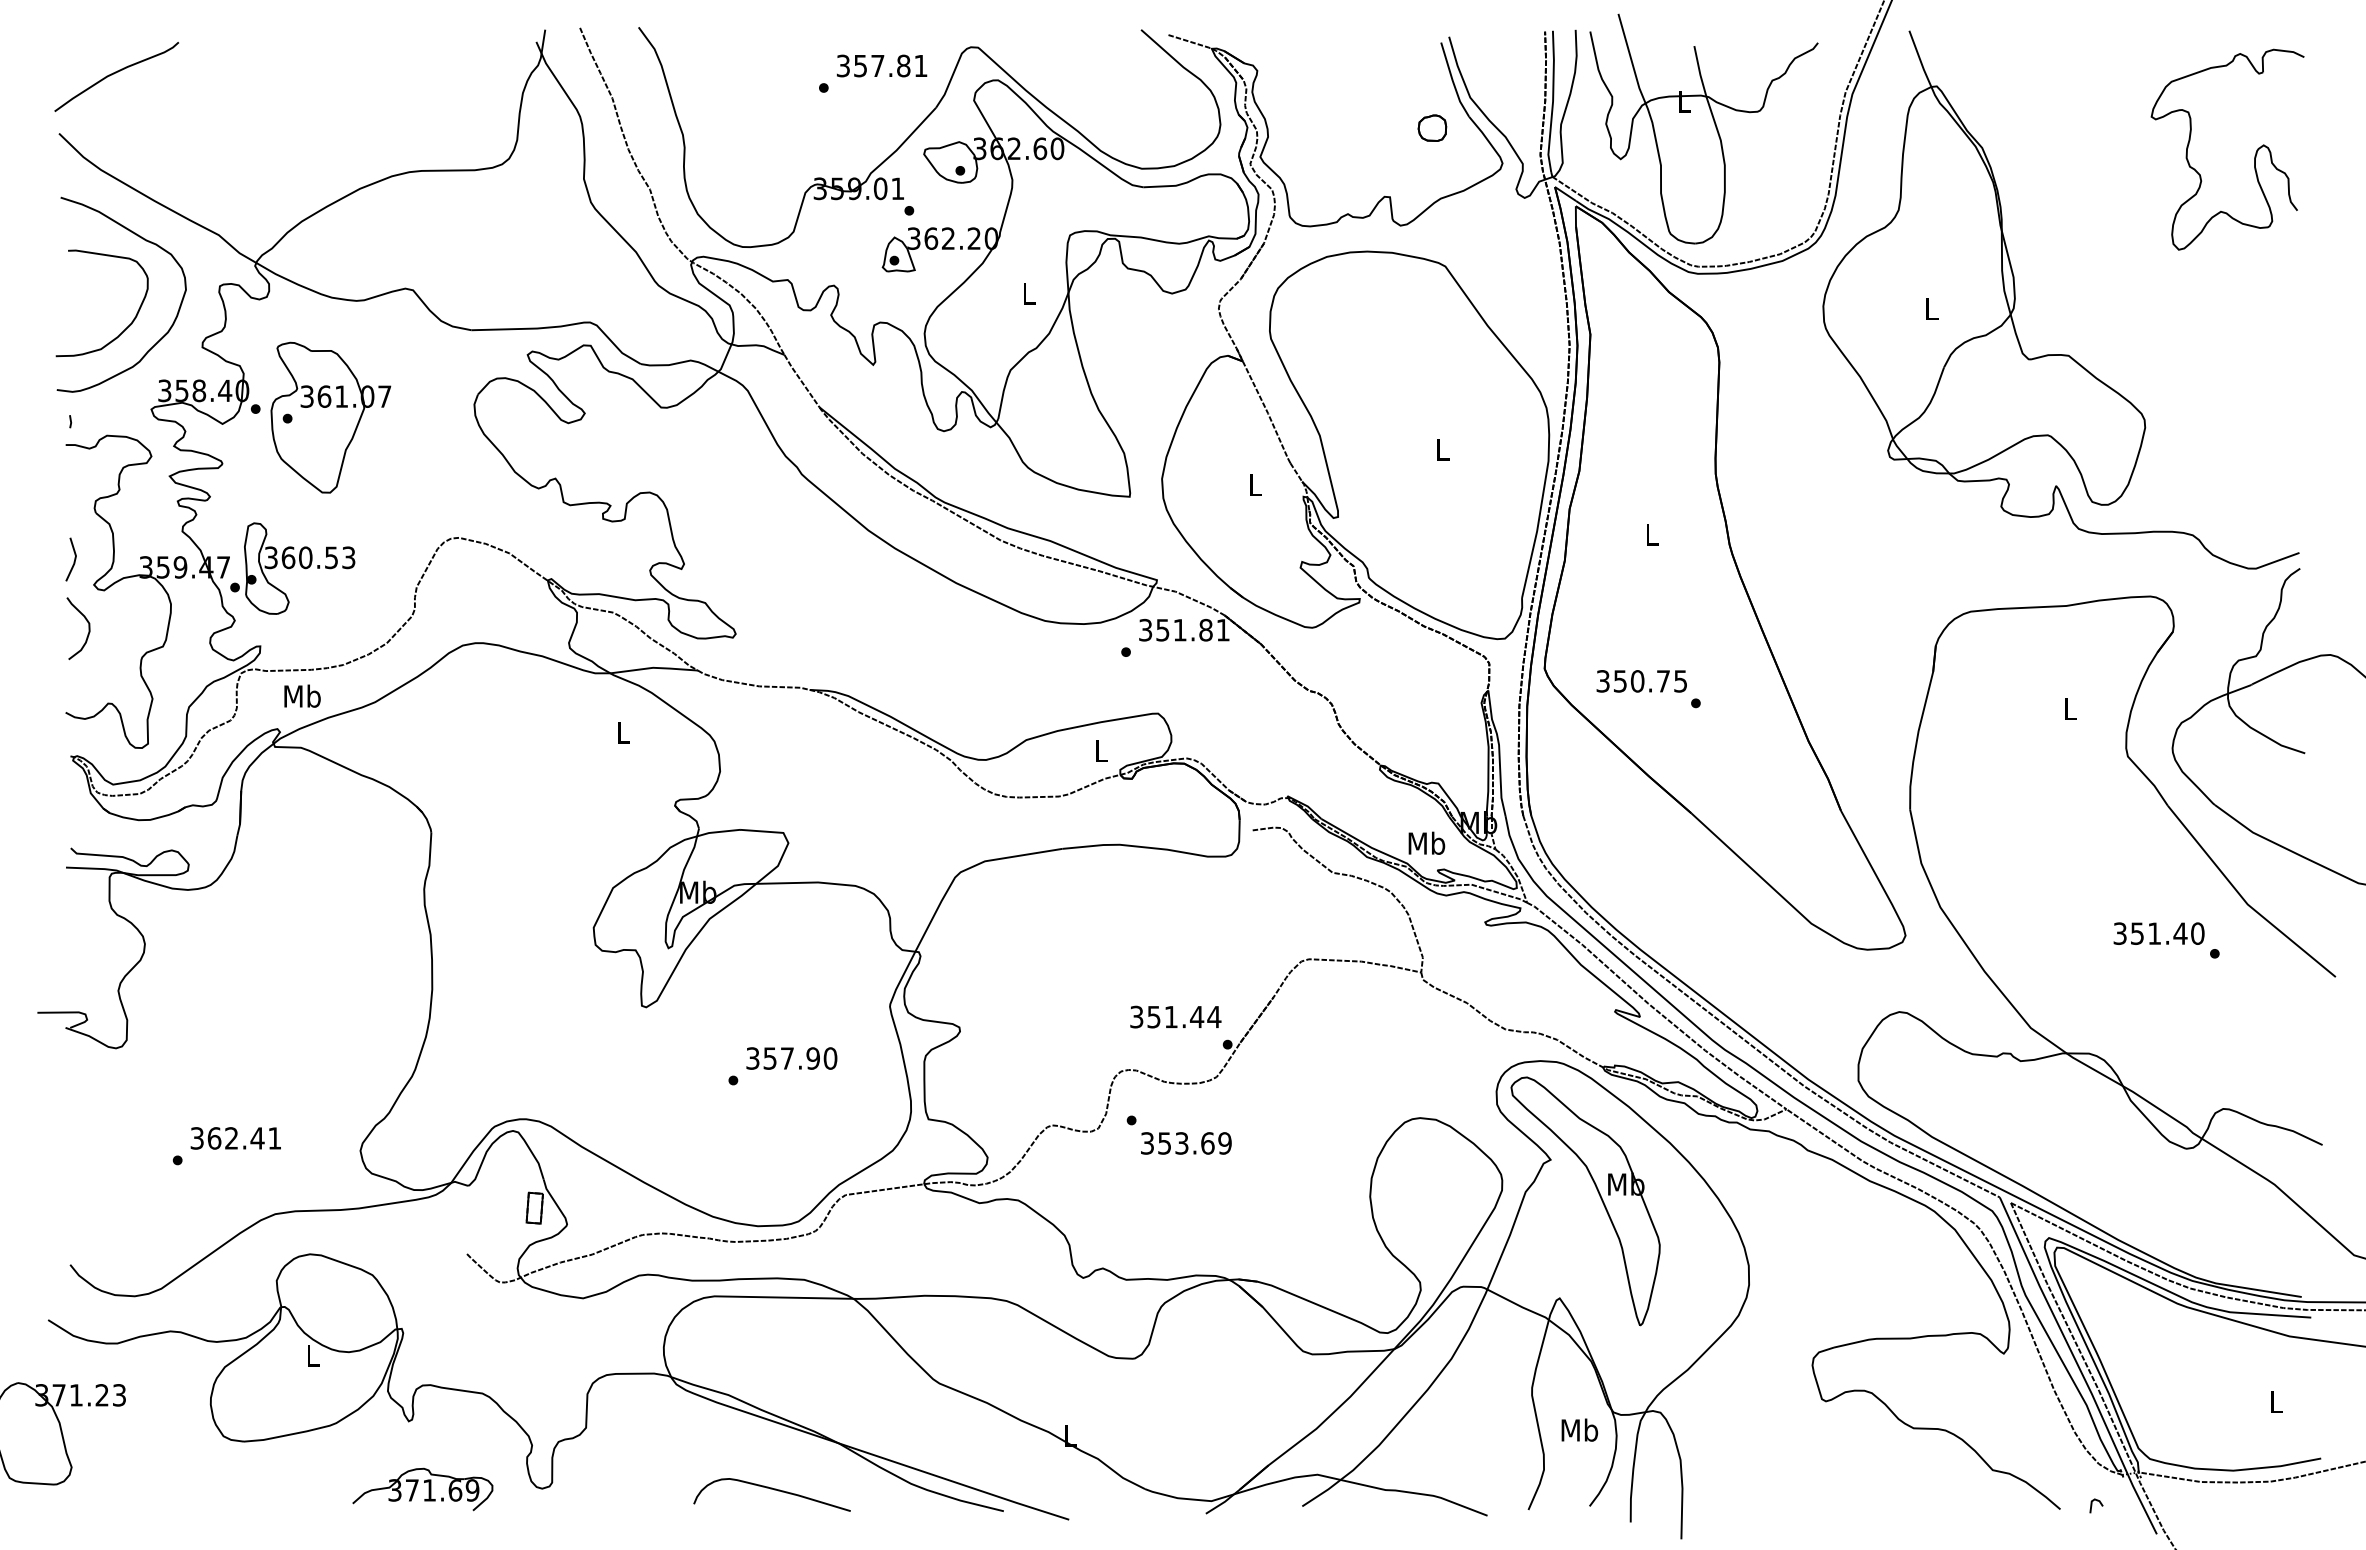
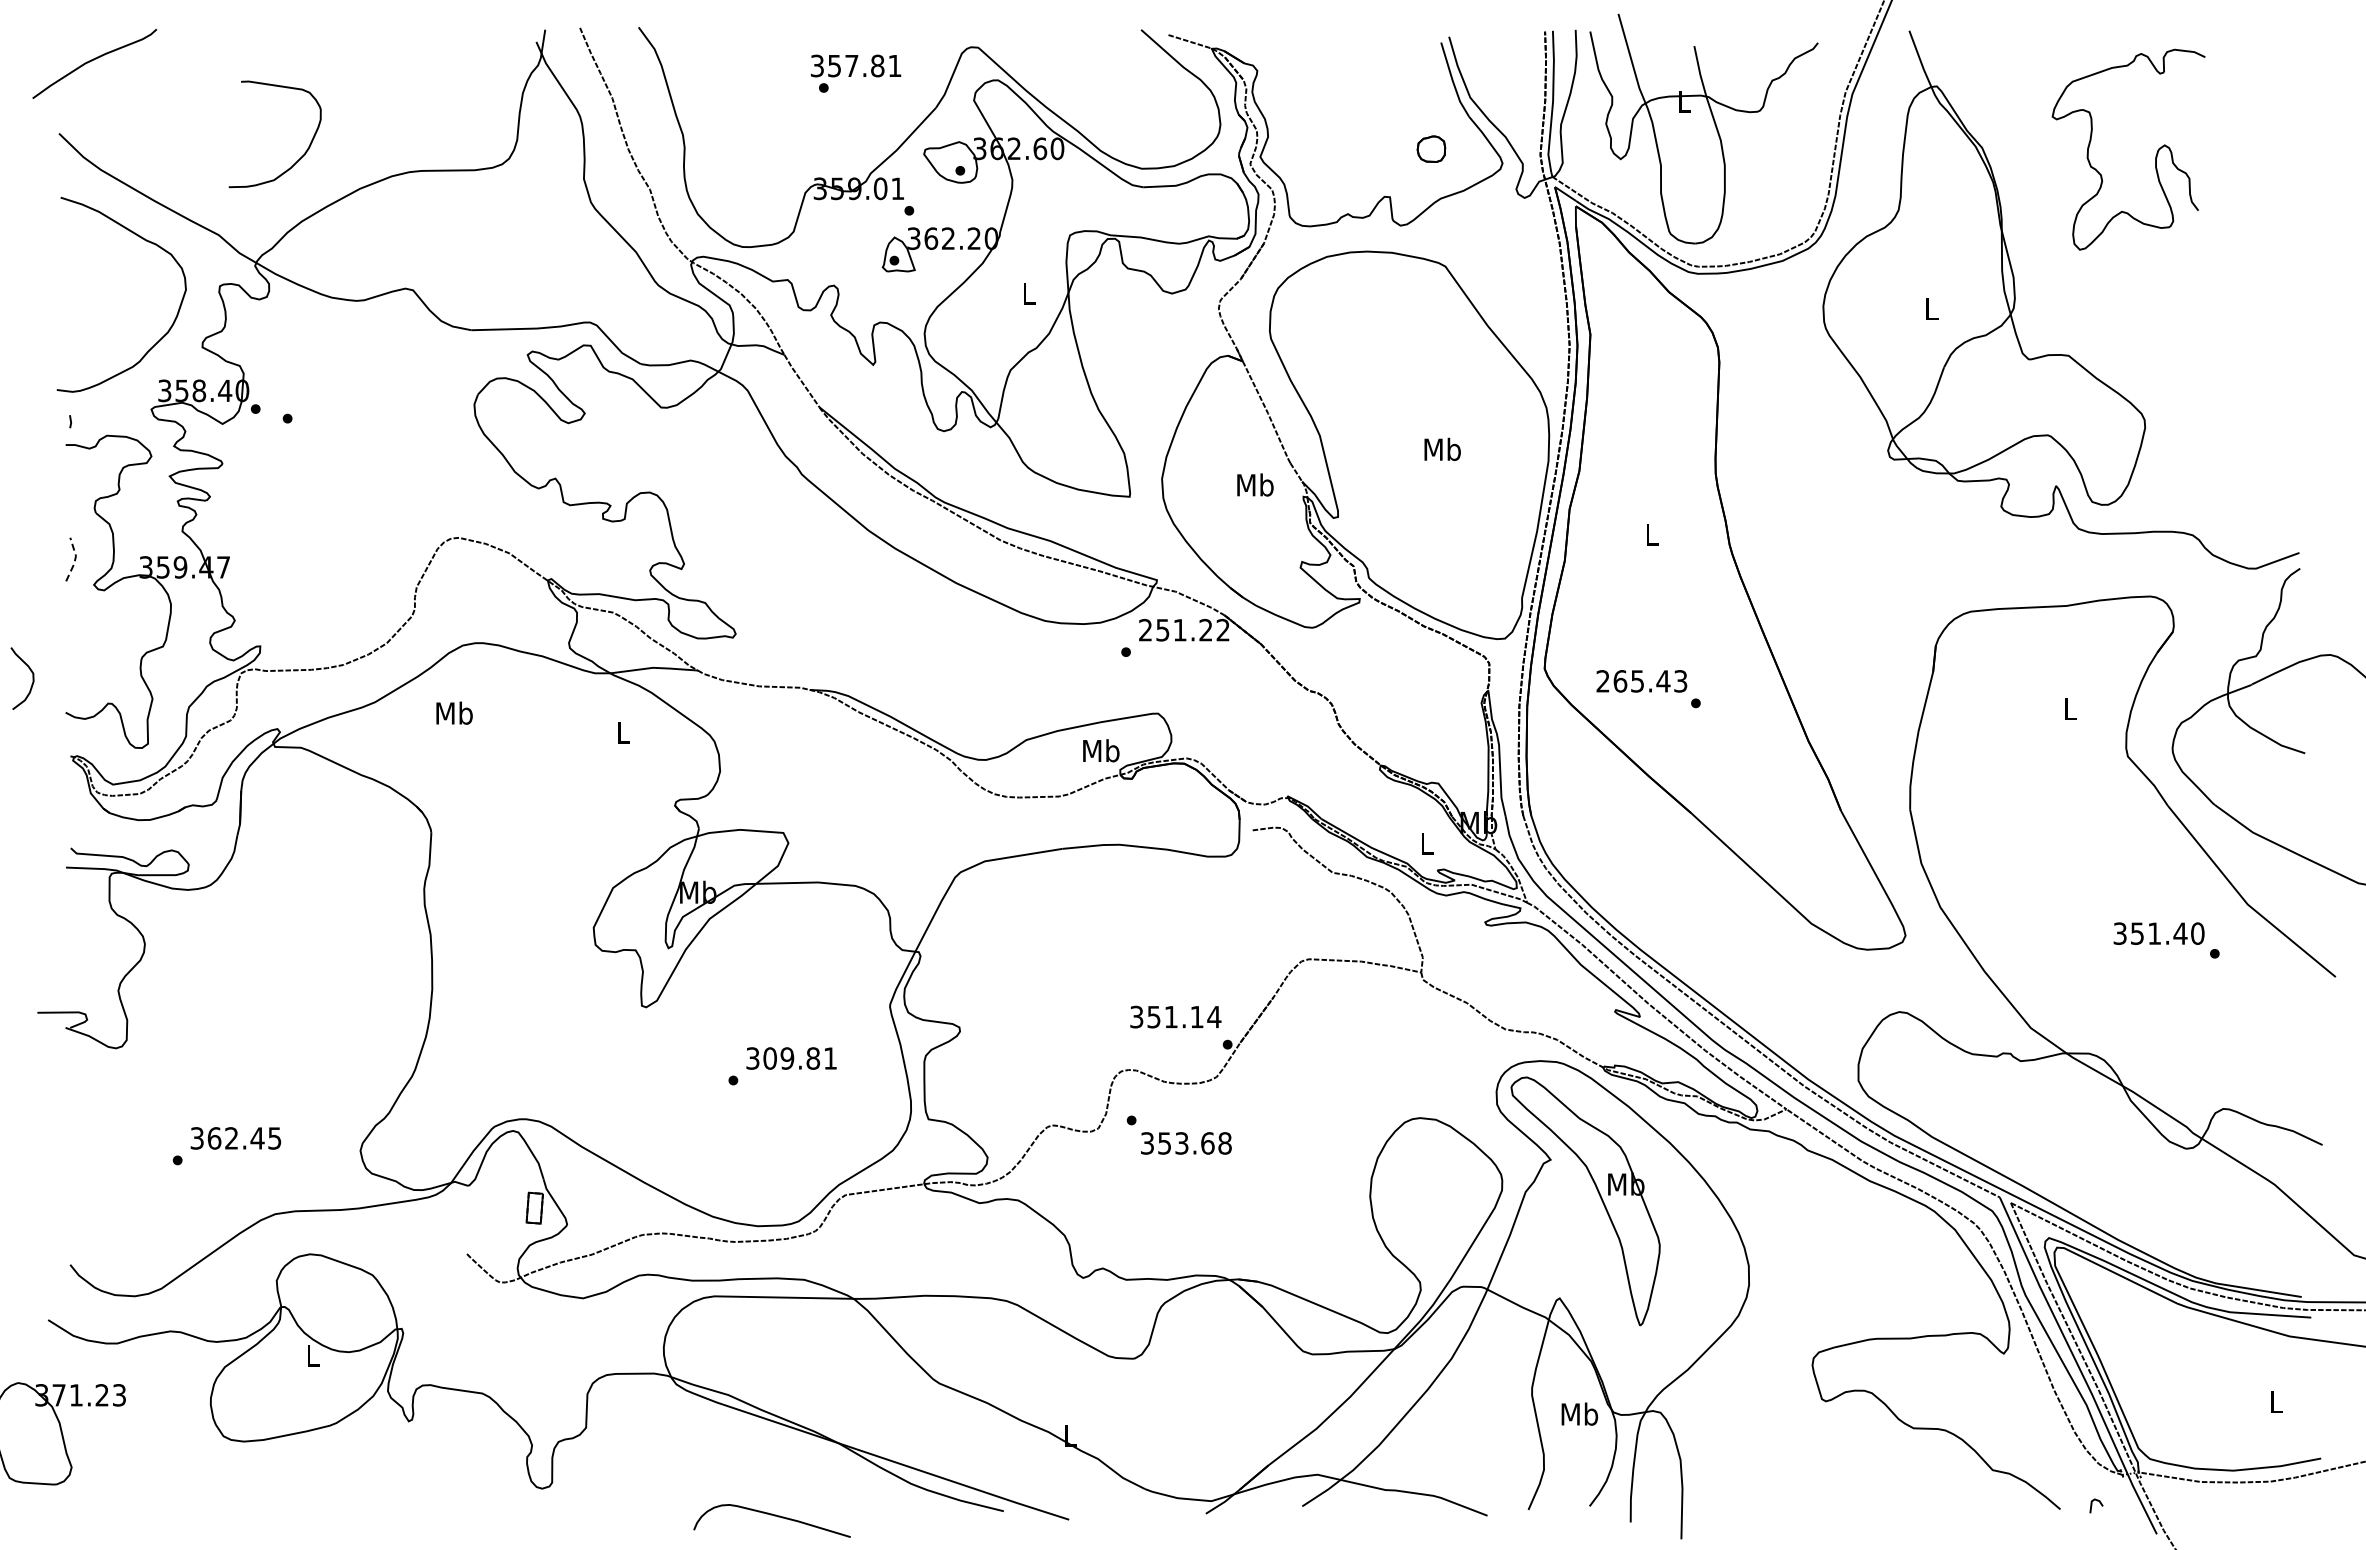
text at (882, 65) position: (882, 65) -> (856, 65)
curve at (114, 74) position: (114, 74) -> (92, 61)
part at (1432, 127) position: (1432, 127) -> (1431, 148)
part at (2254, 156) position: (2254, 156) -> (2155, 156)
curve at (126, 327) position: (126, 327) -> (299, 158)
part at (330, 417): present -> none
text at (1442, 448): L -> Mb
text at (1255, 484): L -> Mb
line at (75, 559): solid -> dashed
part at (292, 568): present -> none
curve at (88, 628) position: (88, 628) -> (32, 678)
text at (1184, 629): 351.81 -> 251.22
text at (1641, 681): 350.75 -> 265.43
text at (302, 695) position: (302, 695) -> (454, 712)
text at (1101, 750): L -> Mb
text at (1426, 842): Mb -> L
text at (1197, 1017): 351.44 -> 351.14
text at (800, 1058): 357.90 -> 309.81
text at (274, 1138): 362.41 -> 362.45
text at (1224, 1143): 353.69 -> 353.68
text at (1579, 1429) position: (1579, 1429) -> (1579, 1413)
part at (422, 1489): present -> none
curve at (771, 1489) position: (771, 1489) -> (771, 1515)
